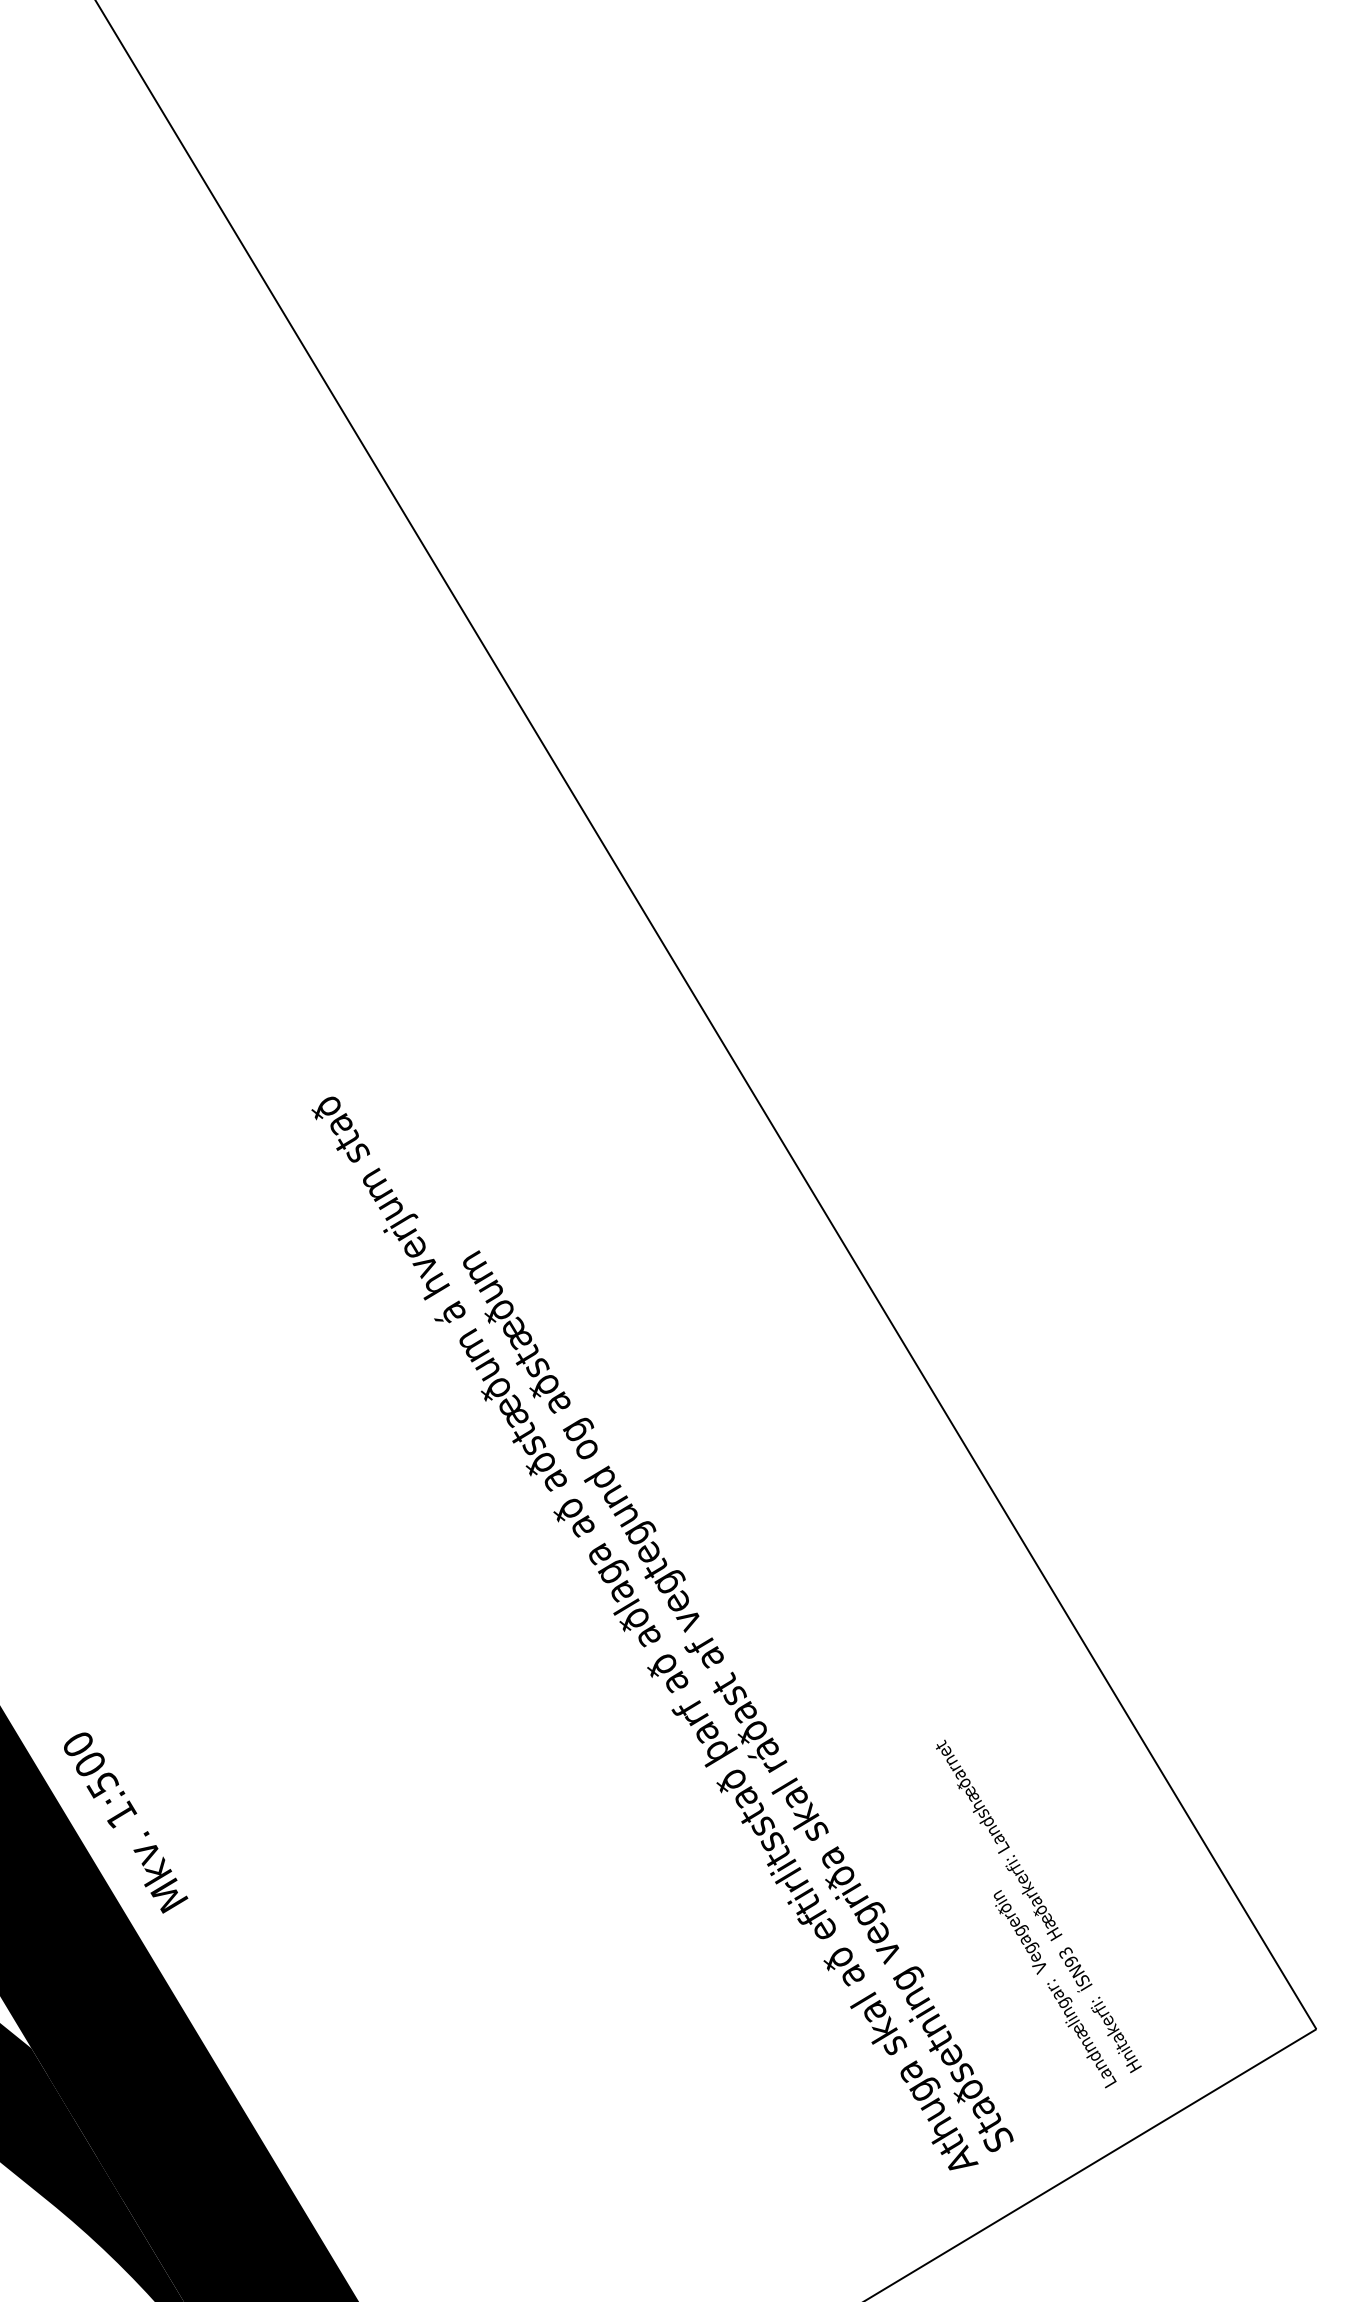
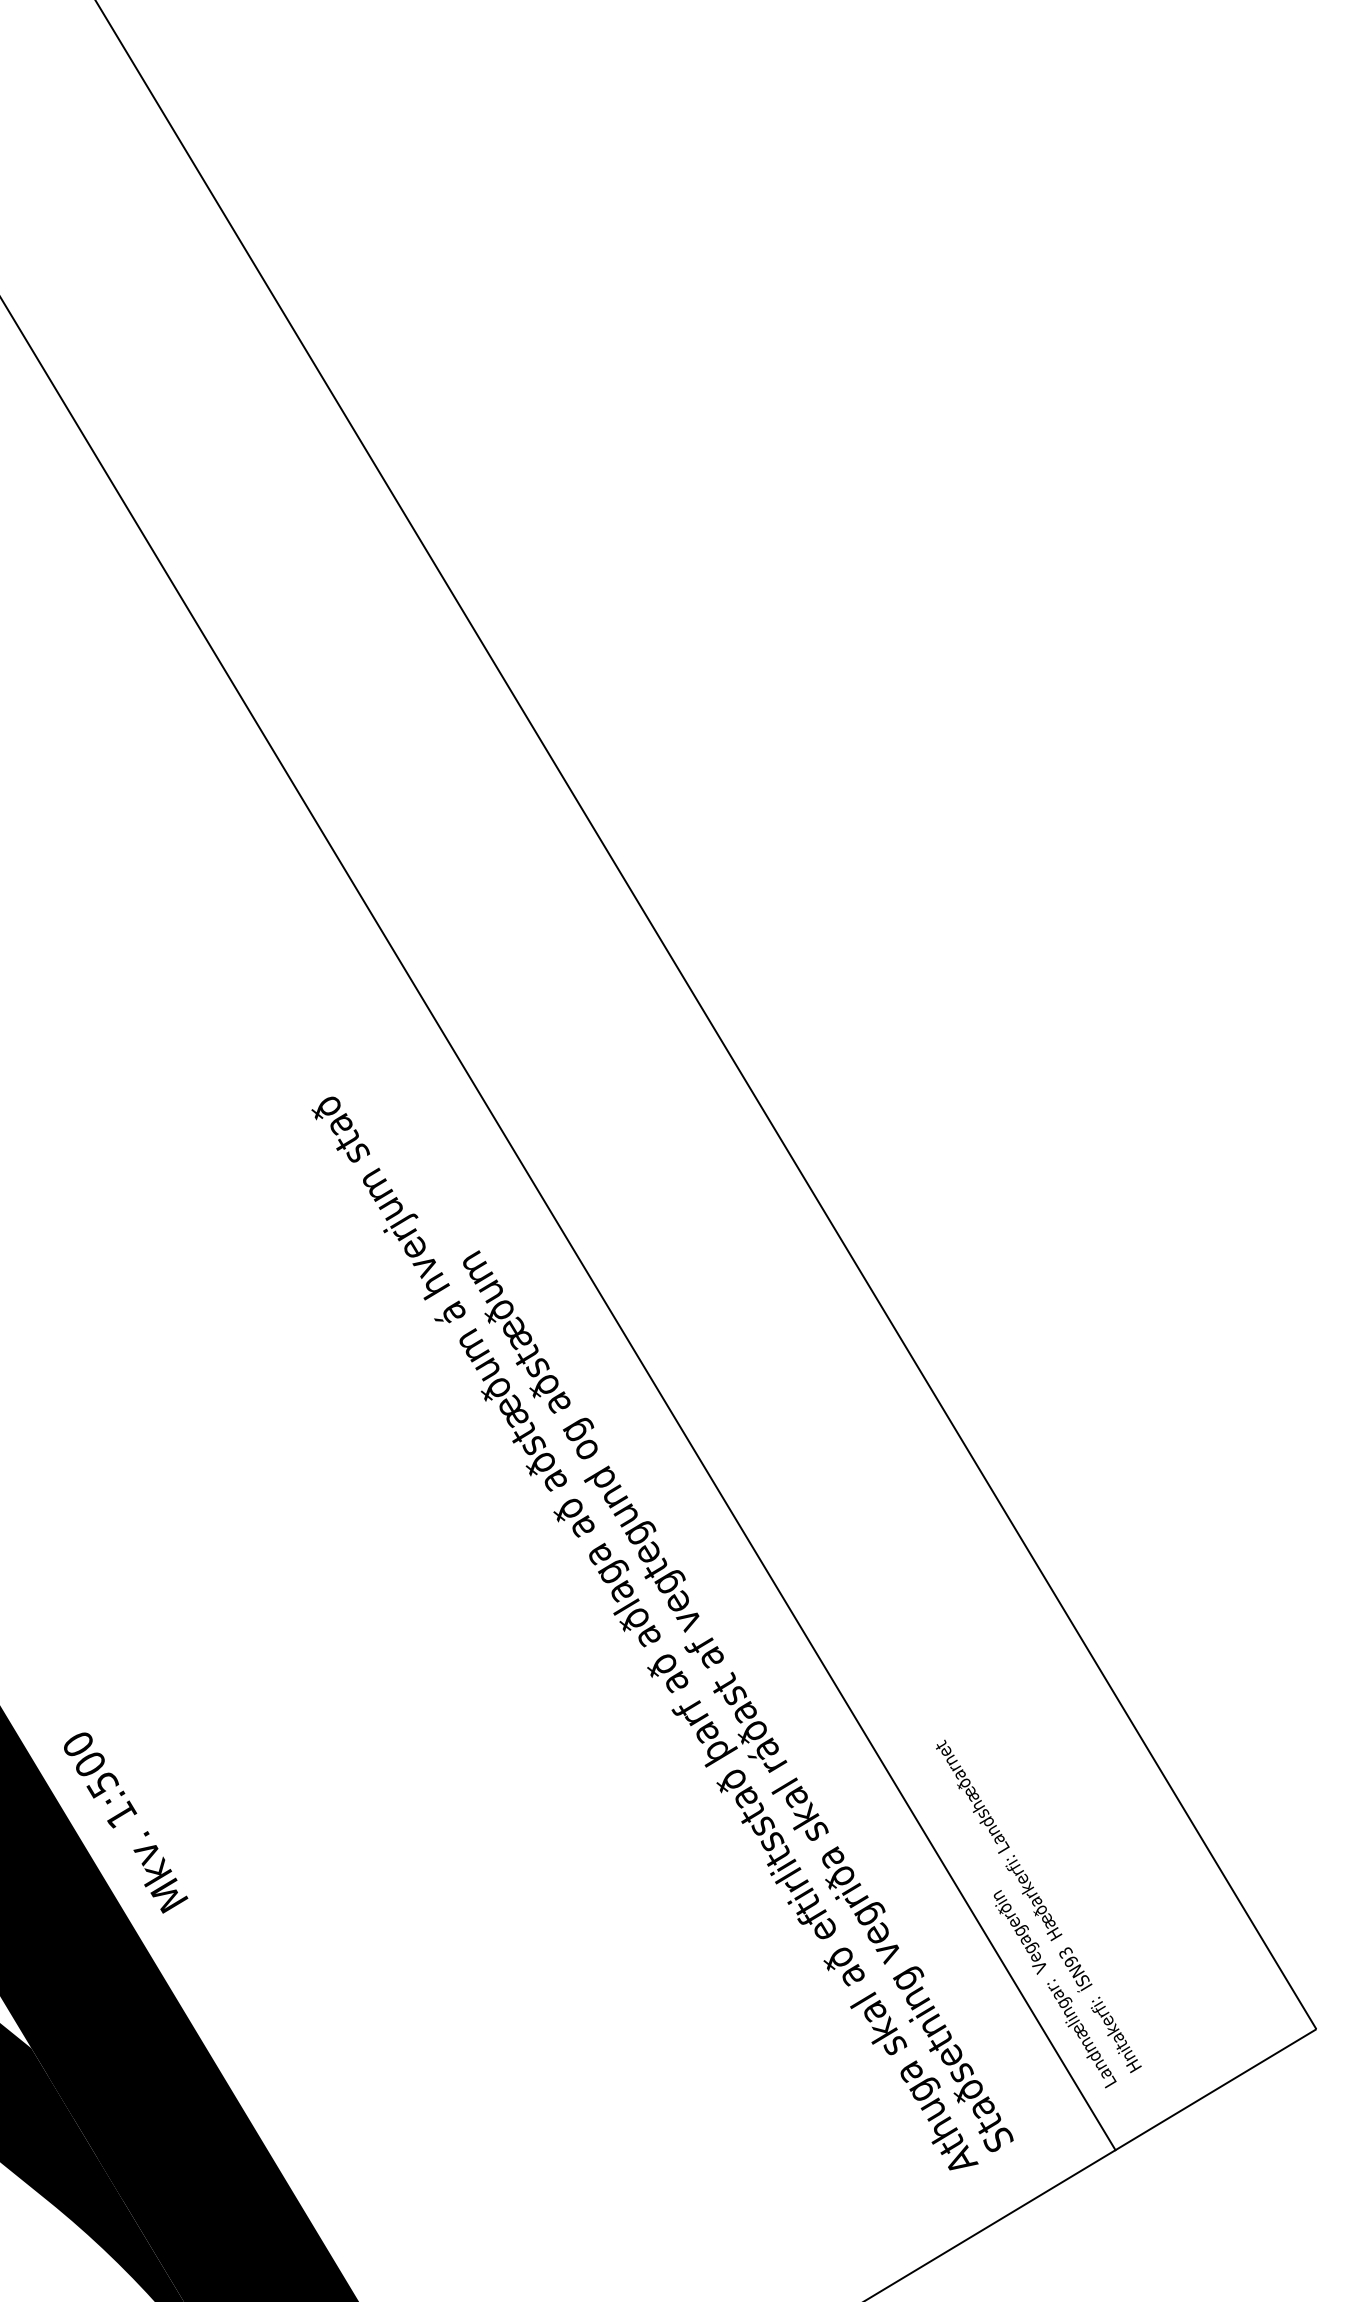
line at (558, 1225): none -> present
